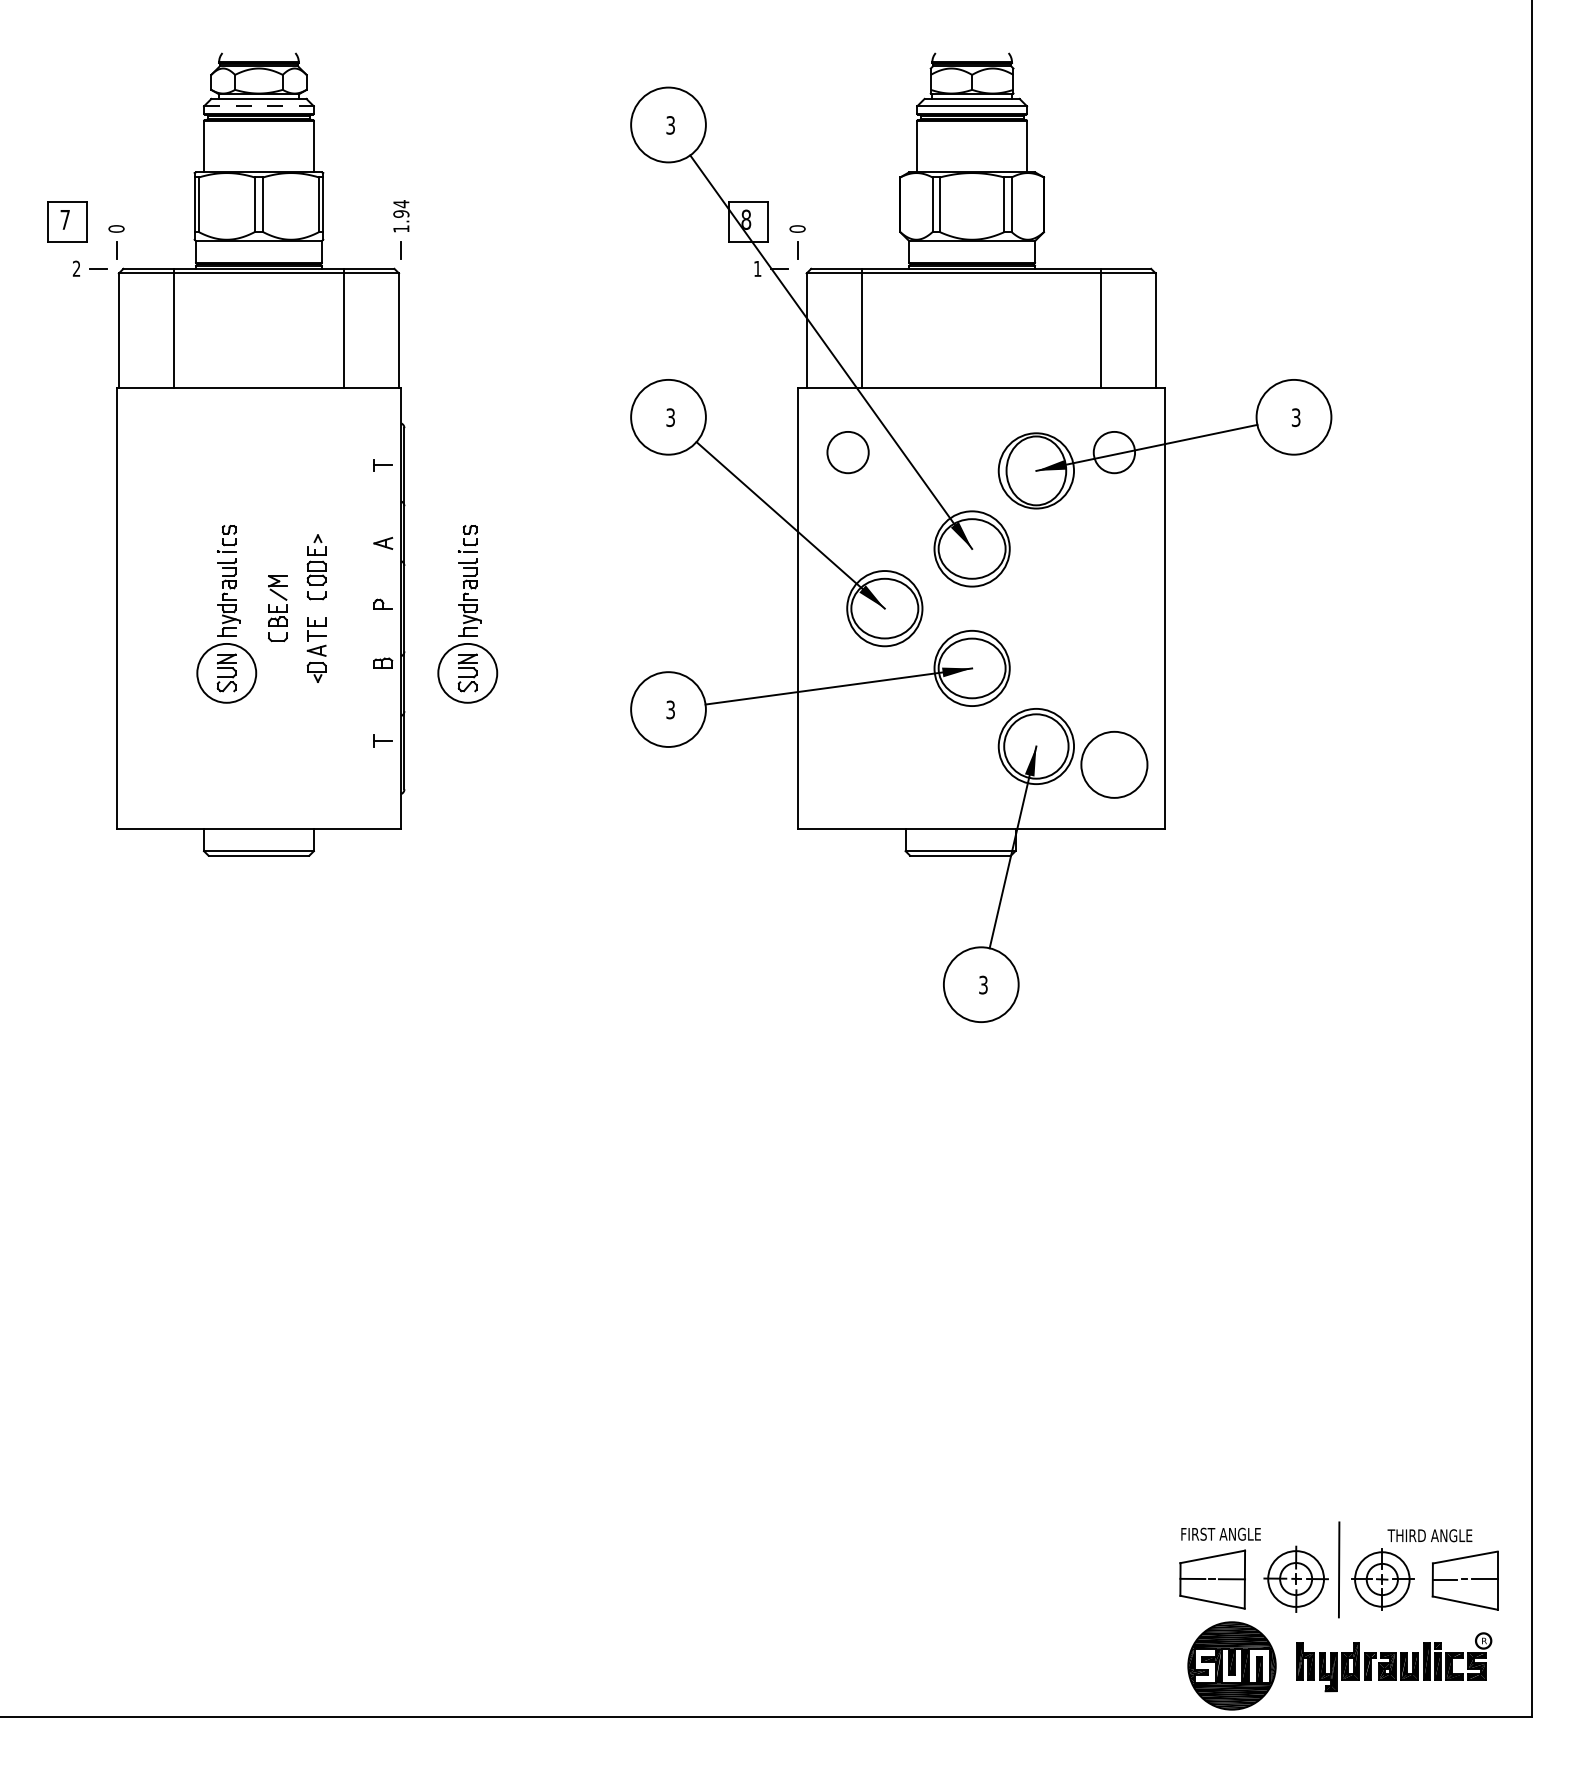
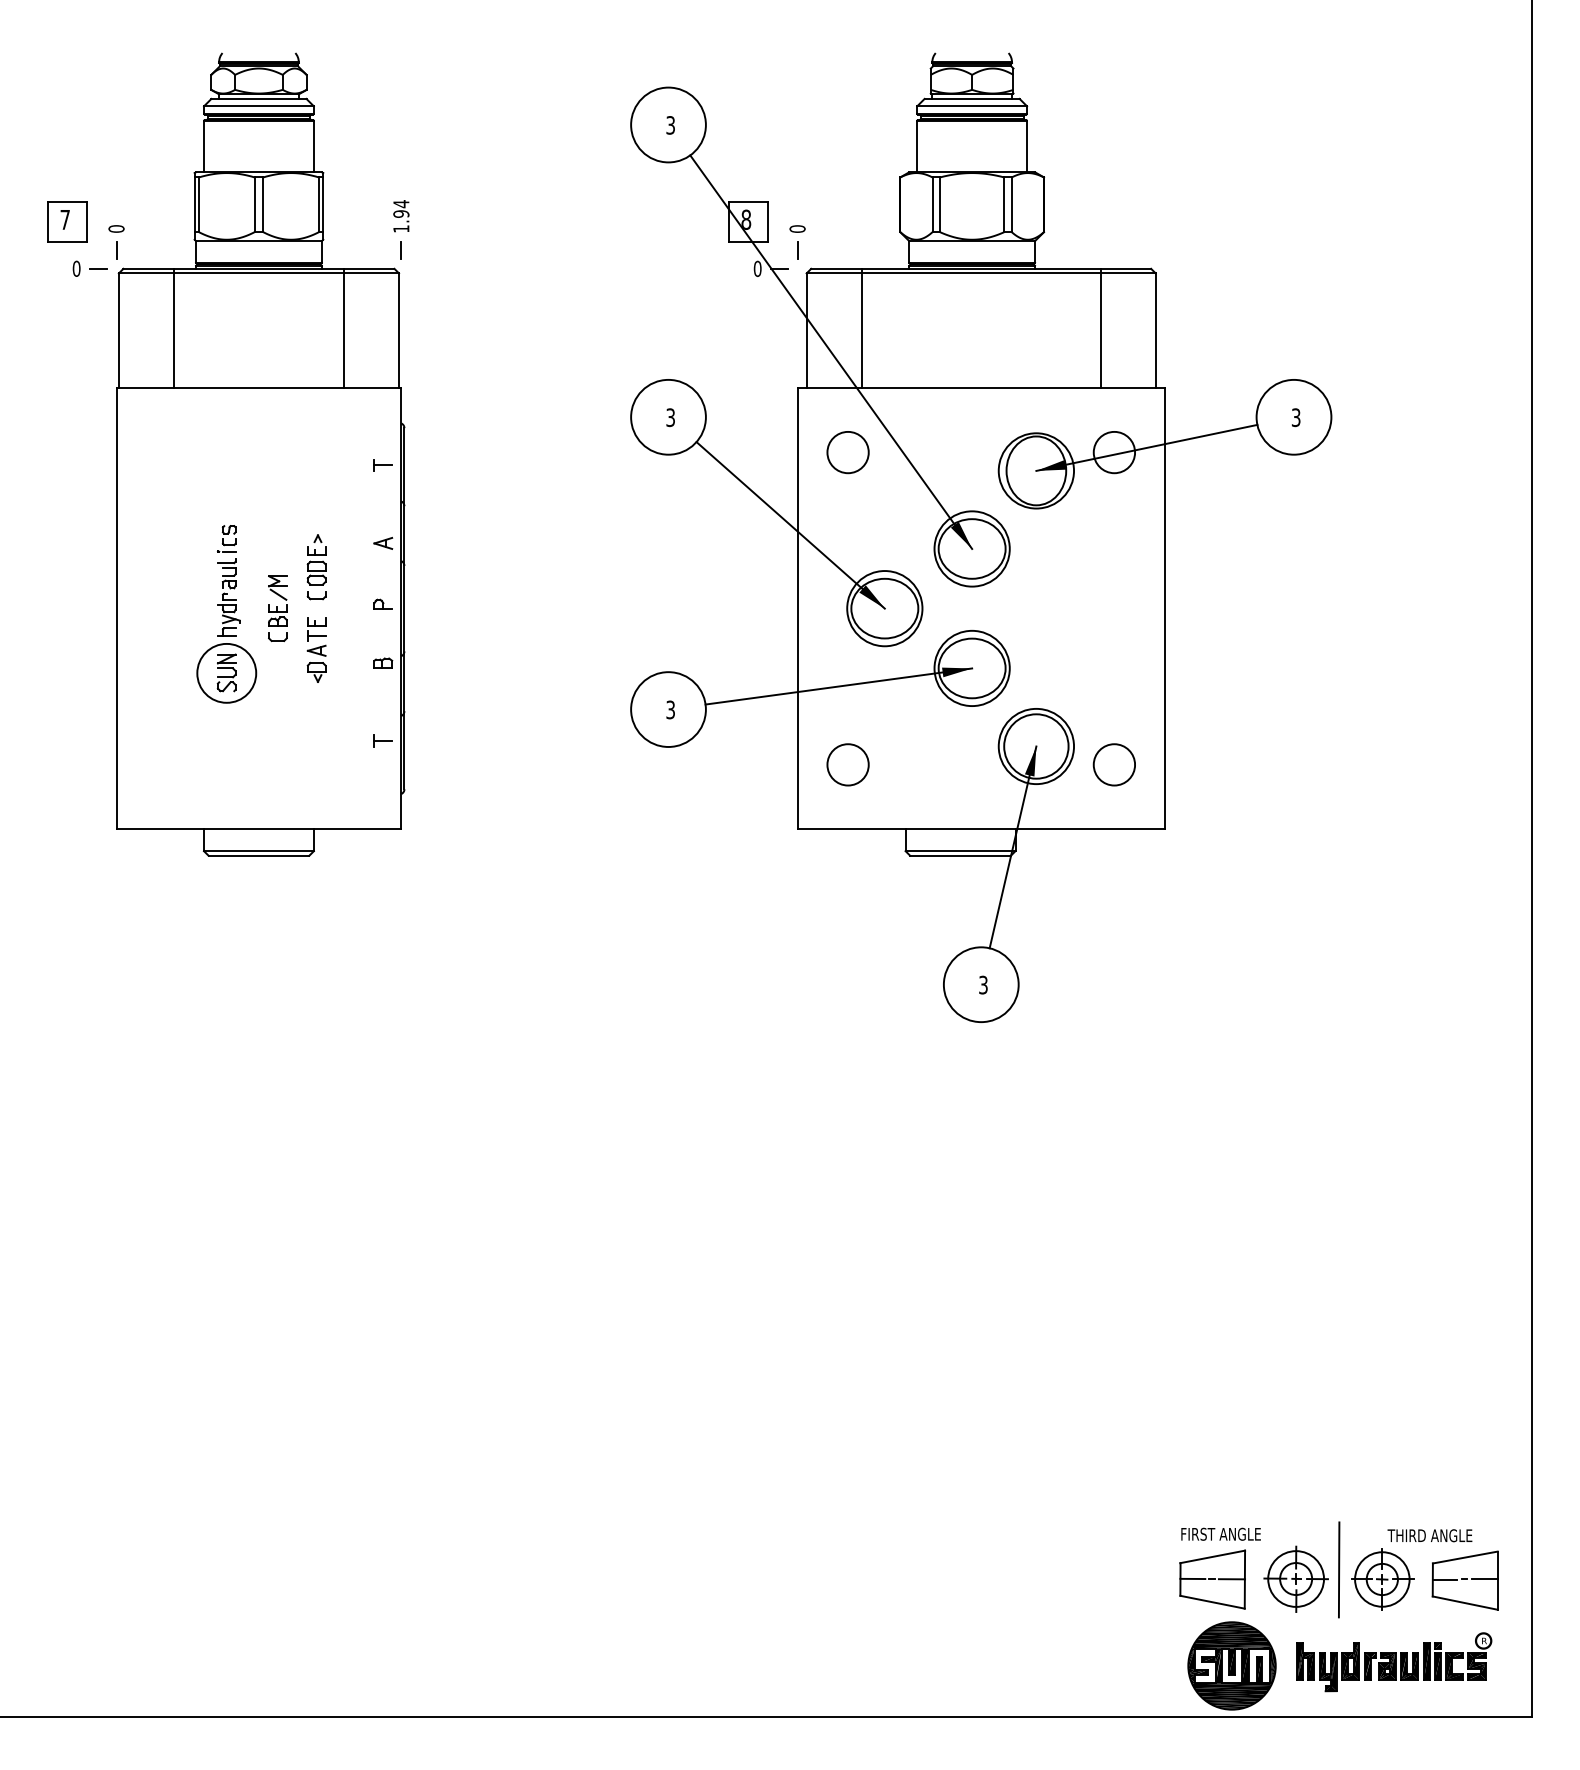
line at (258, 106): dashed -> solid
text at (76, 268): 2 -> 0
text at (757, 268): 1 -> 0
part at (467, 614): present -> none
circle at (847, 764): none -> present
circle at (1114, 764) diameter: 66 px -> 41 px
